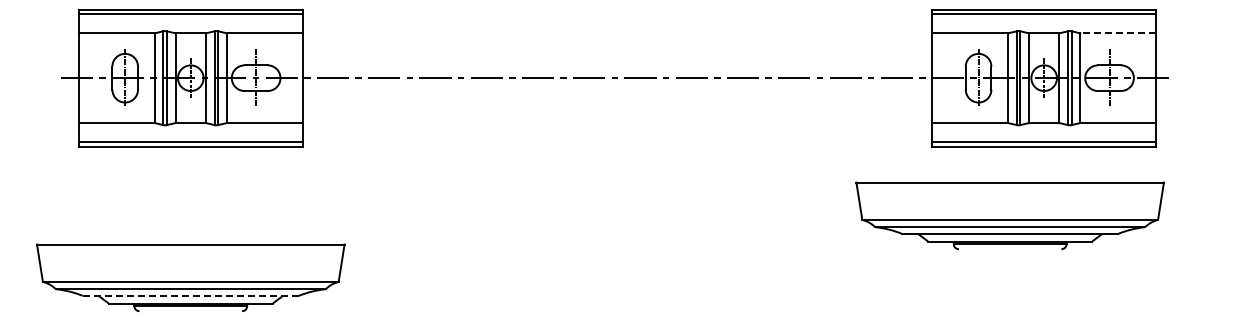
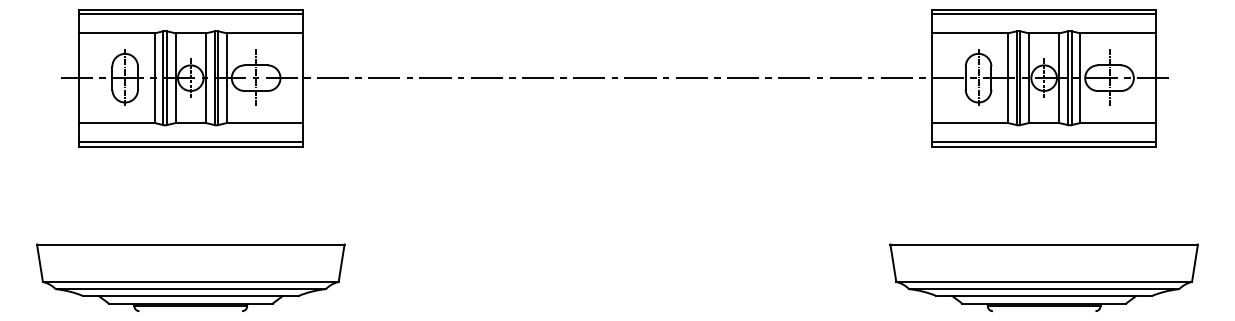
line at (1117, 33): dashed -> solid
part at (1009, 215) position: (1009, 215) -> (1043, 277)
line at (191, 295): dashed -> solid
